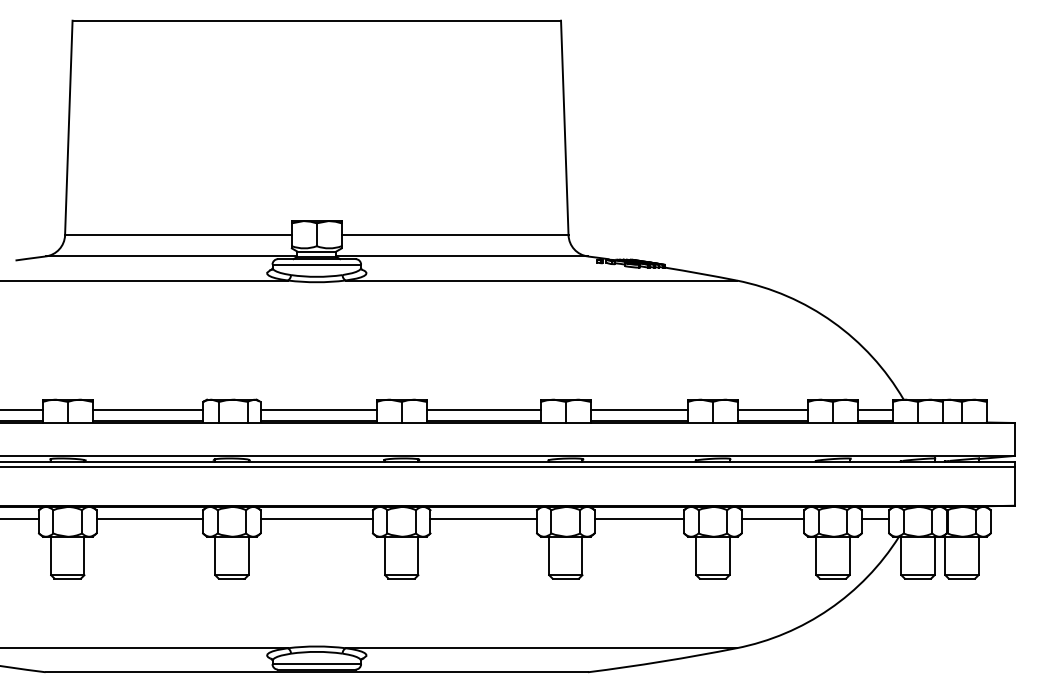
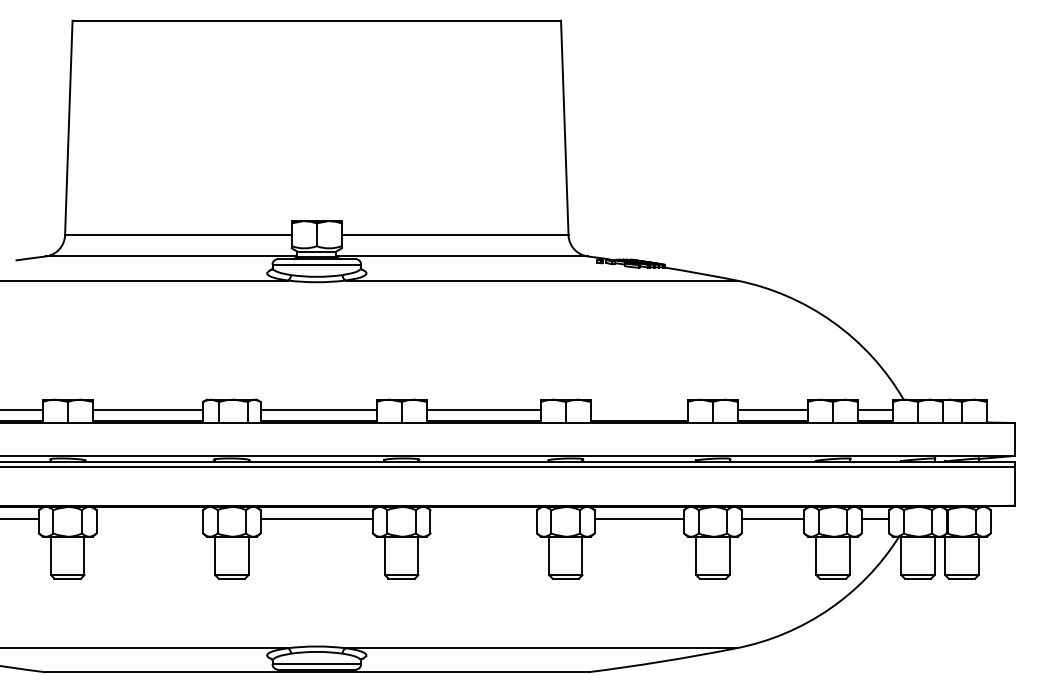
line at (639, 409): present -> none
line at (149, 519): present -> none
line at (483, 519): present -> none
